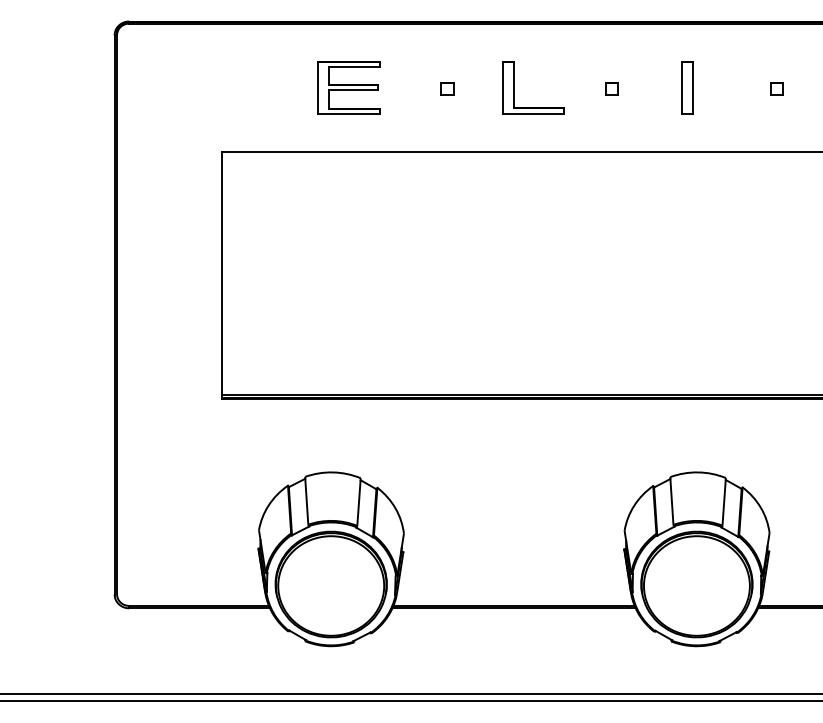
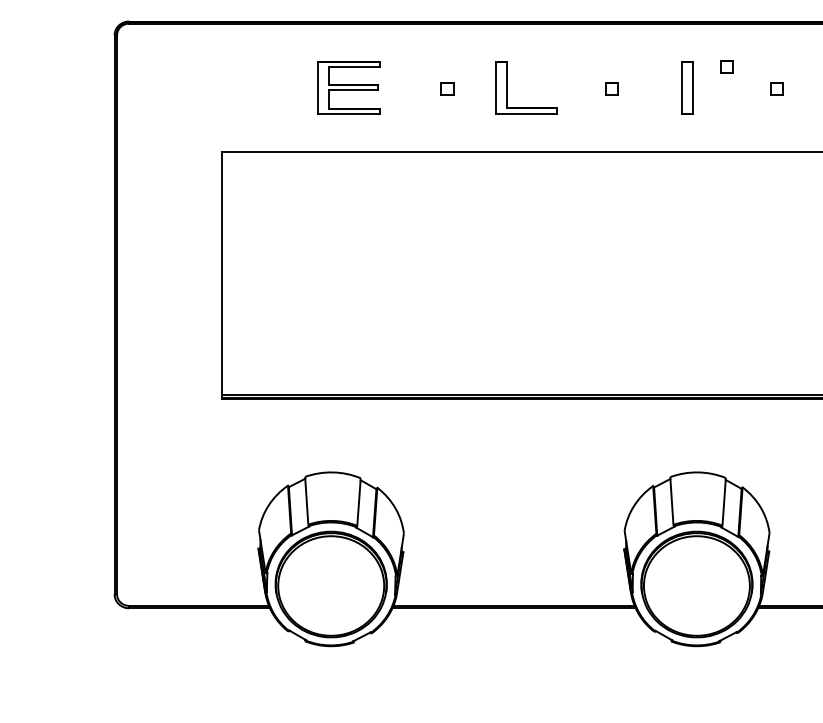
part at (726, 66): none -> present
part at (514, 87) position: (514, 87) -> (507, 87)
line at (410, 693): present -> none
line at (410, 701): present -> none
